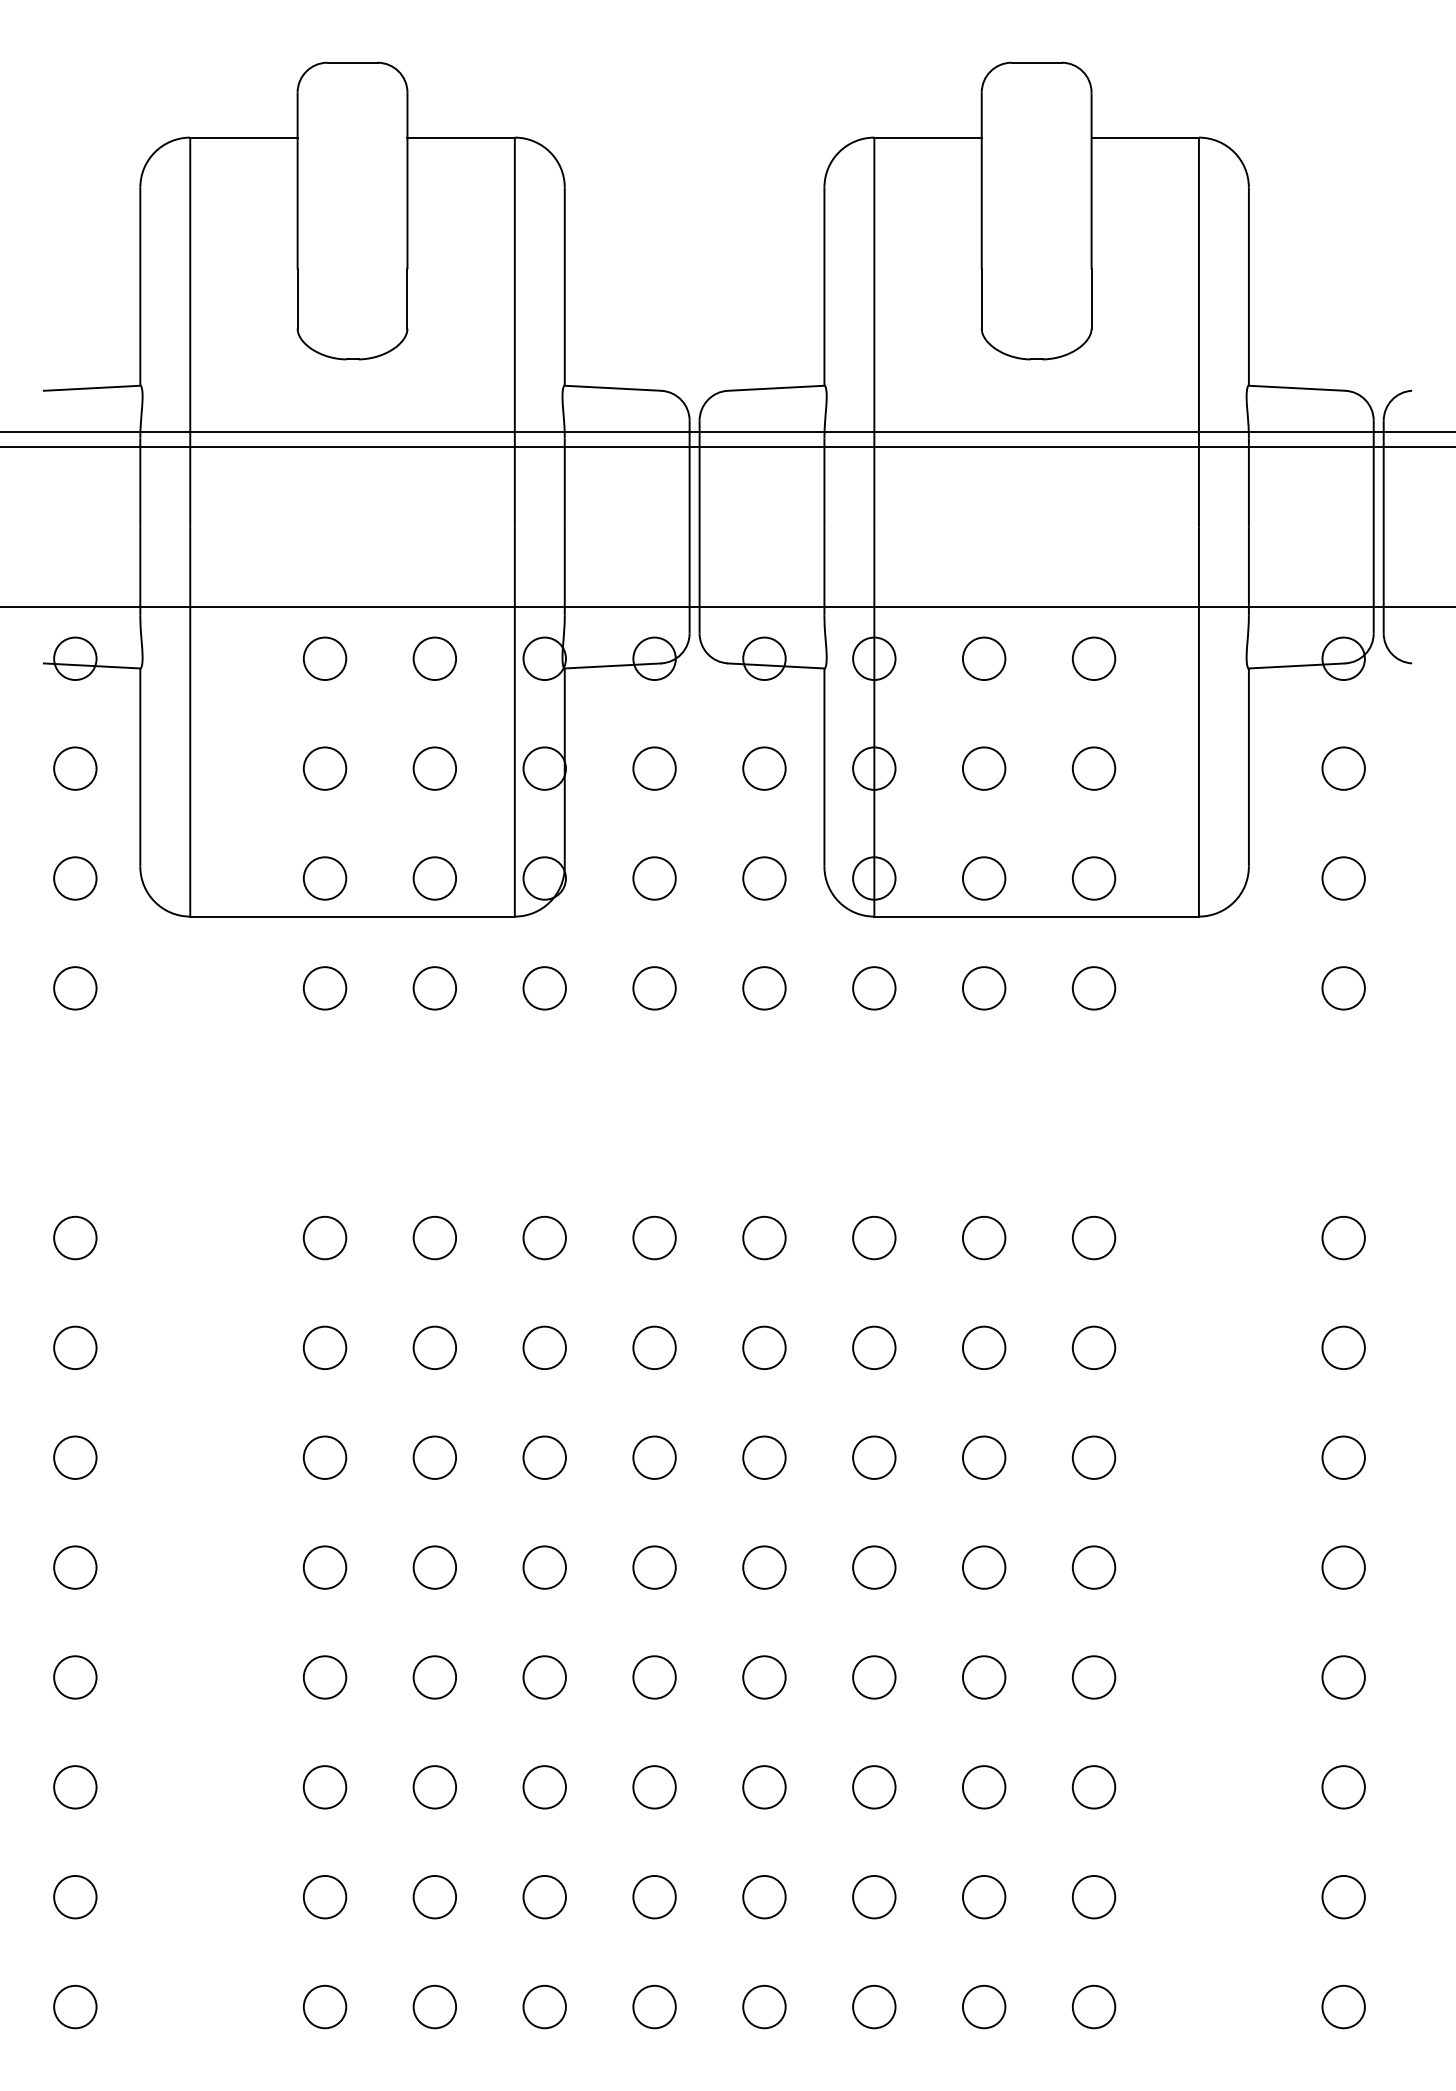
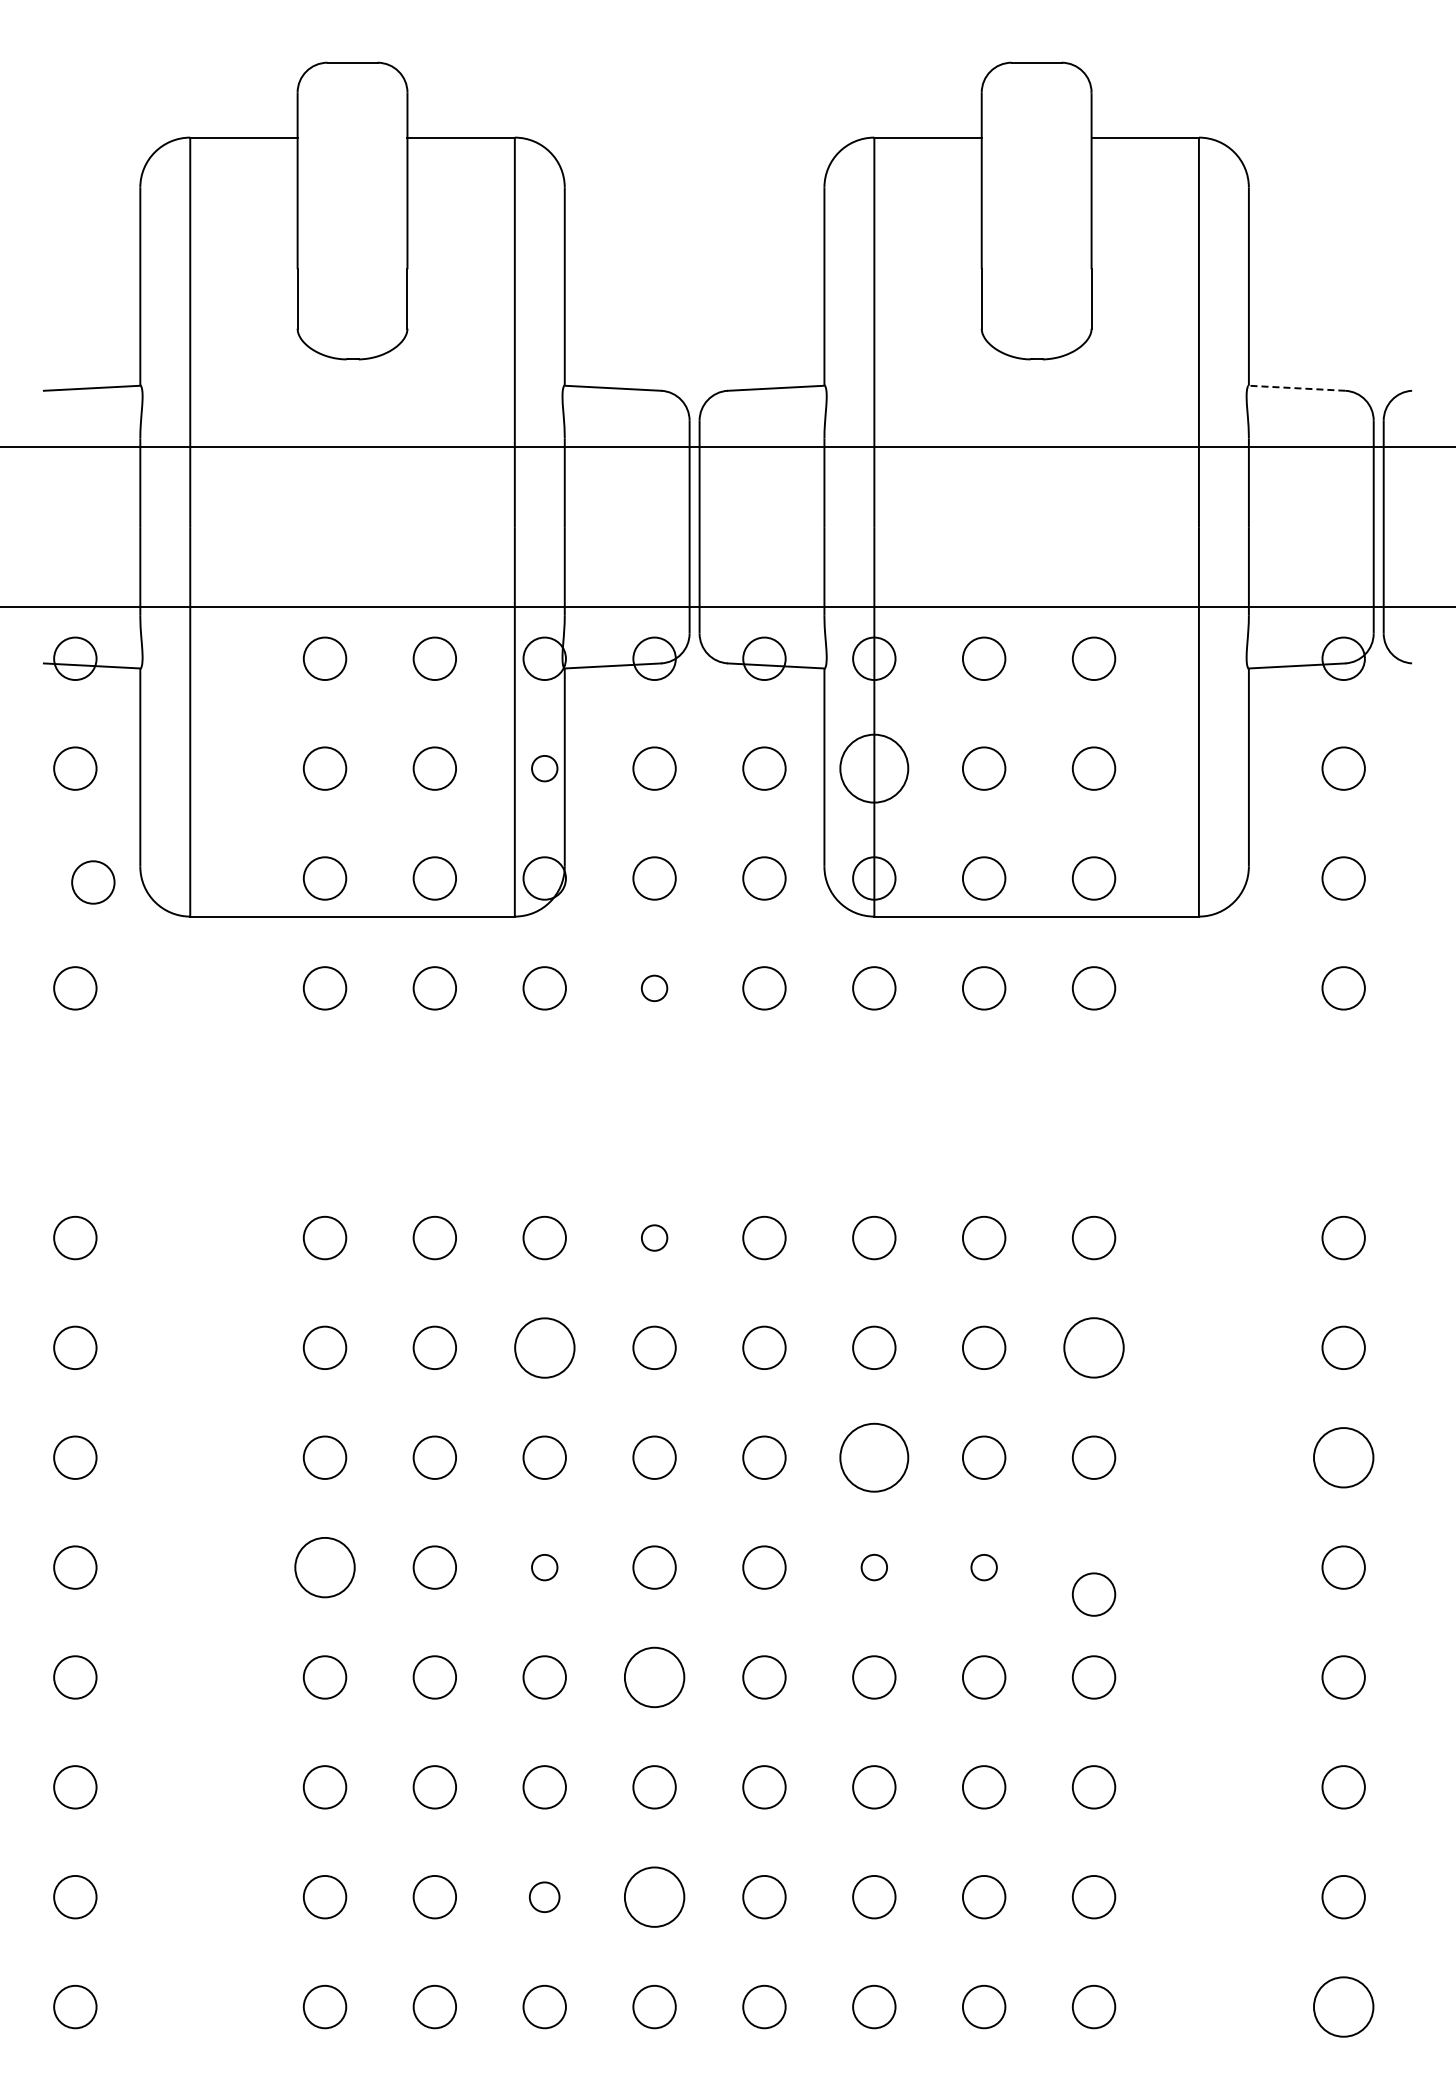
line at (1296, 388): solid -> dashed
line at (727, 432): present -> none
circle at (544, 768) diameter: 42 px -> 25 px
circle at (874, 768) diameter: 42 px -> 68 px
circle at (75, 878) position: (75, 878) -> (93, 882)
circle at (654, 988) size: 45x45 px -> 28x28 px
circle at (654, 1237) diameter: 42 px -> 25 px
circle at (544, 1347) size: 45x45 px -> 62x62 px
circle at (1093, 1347) diameter: 42 px -> 59 px
circle at (874, 1457) diameter: 42 px -> 68 px
circle at (1343, 1457) diameter: 42 px -> 59 px
circle at (324, 1567) diameter: 42 px -> 59 px
circle at (544, 1567) diameter: 42 px -> 25 px
circle at (874, 1567) size: 45x45 px -> 28x28 px
circle at (983, 1567) diameter: 42 px -> 25 px
circle at (1093, 1567) position: (1093, 1567) -> (1093, 1594)
circle at (654, 1677) diameter: 42 px -> 59 px
circle at (654, 1896) diameter: 42 px -> 59 px
circle at (544, 1897) size: 45x45 px -> 33x32 px
circle at (1343, 2006) diameter: 42 px -> 59 px
